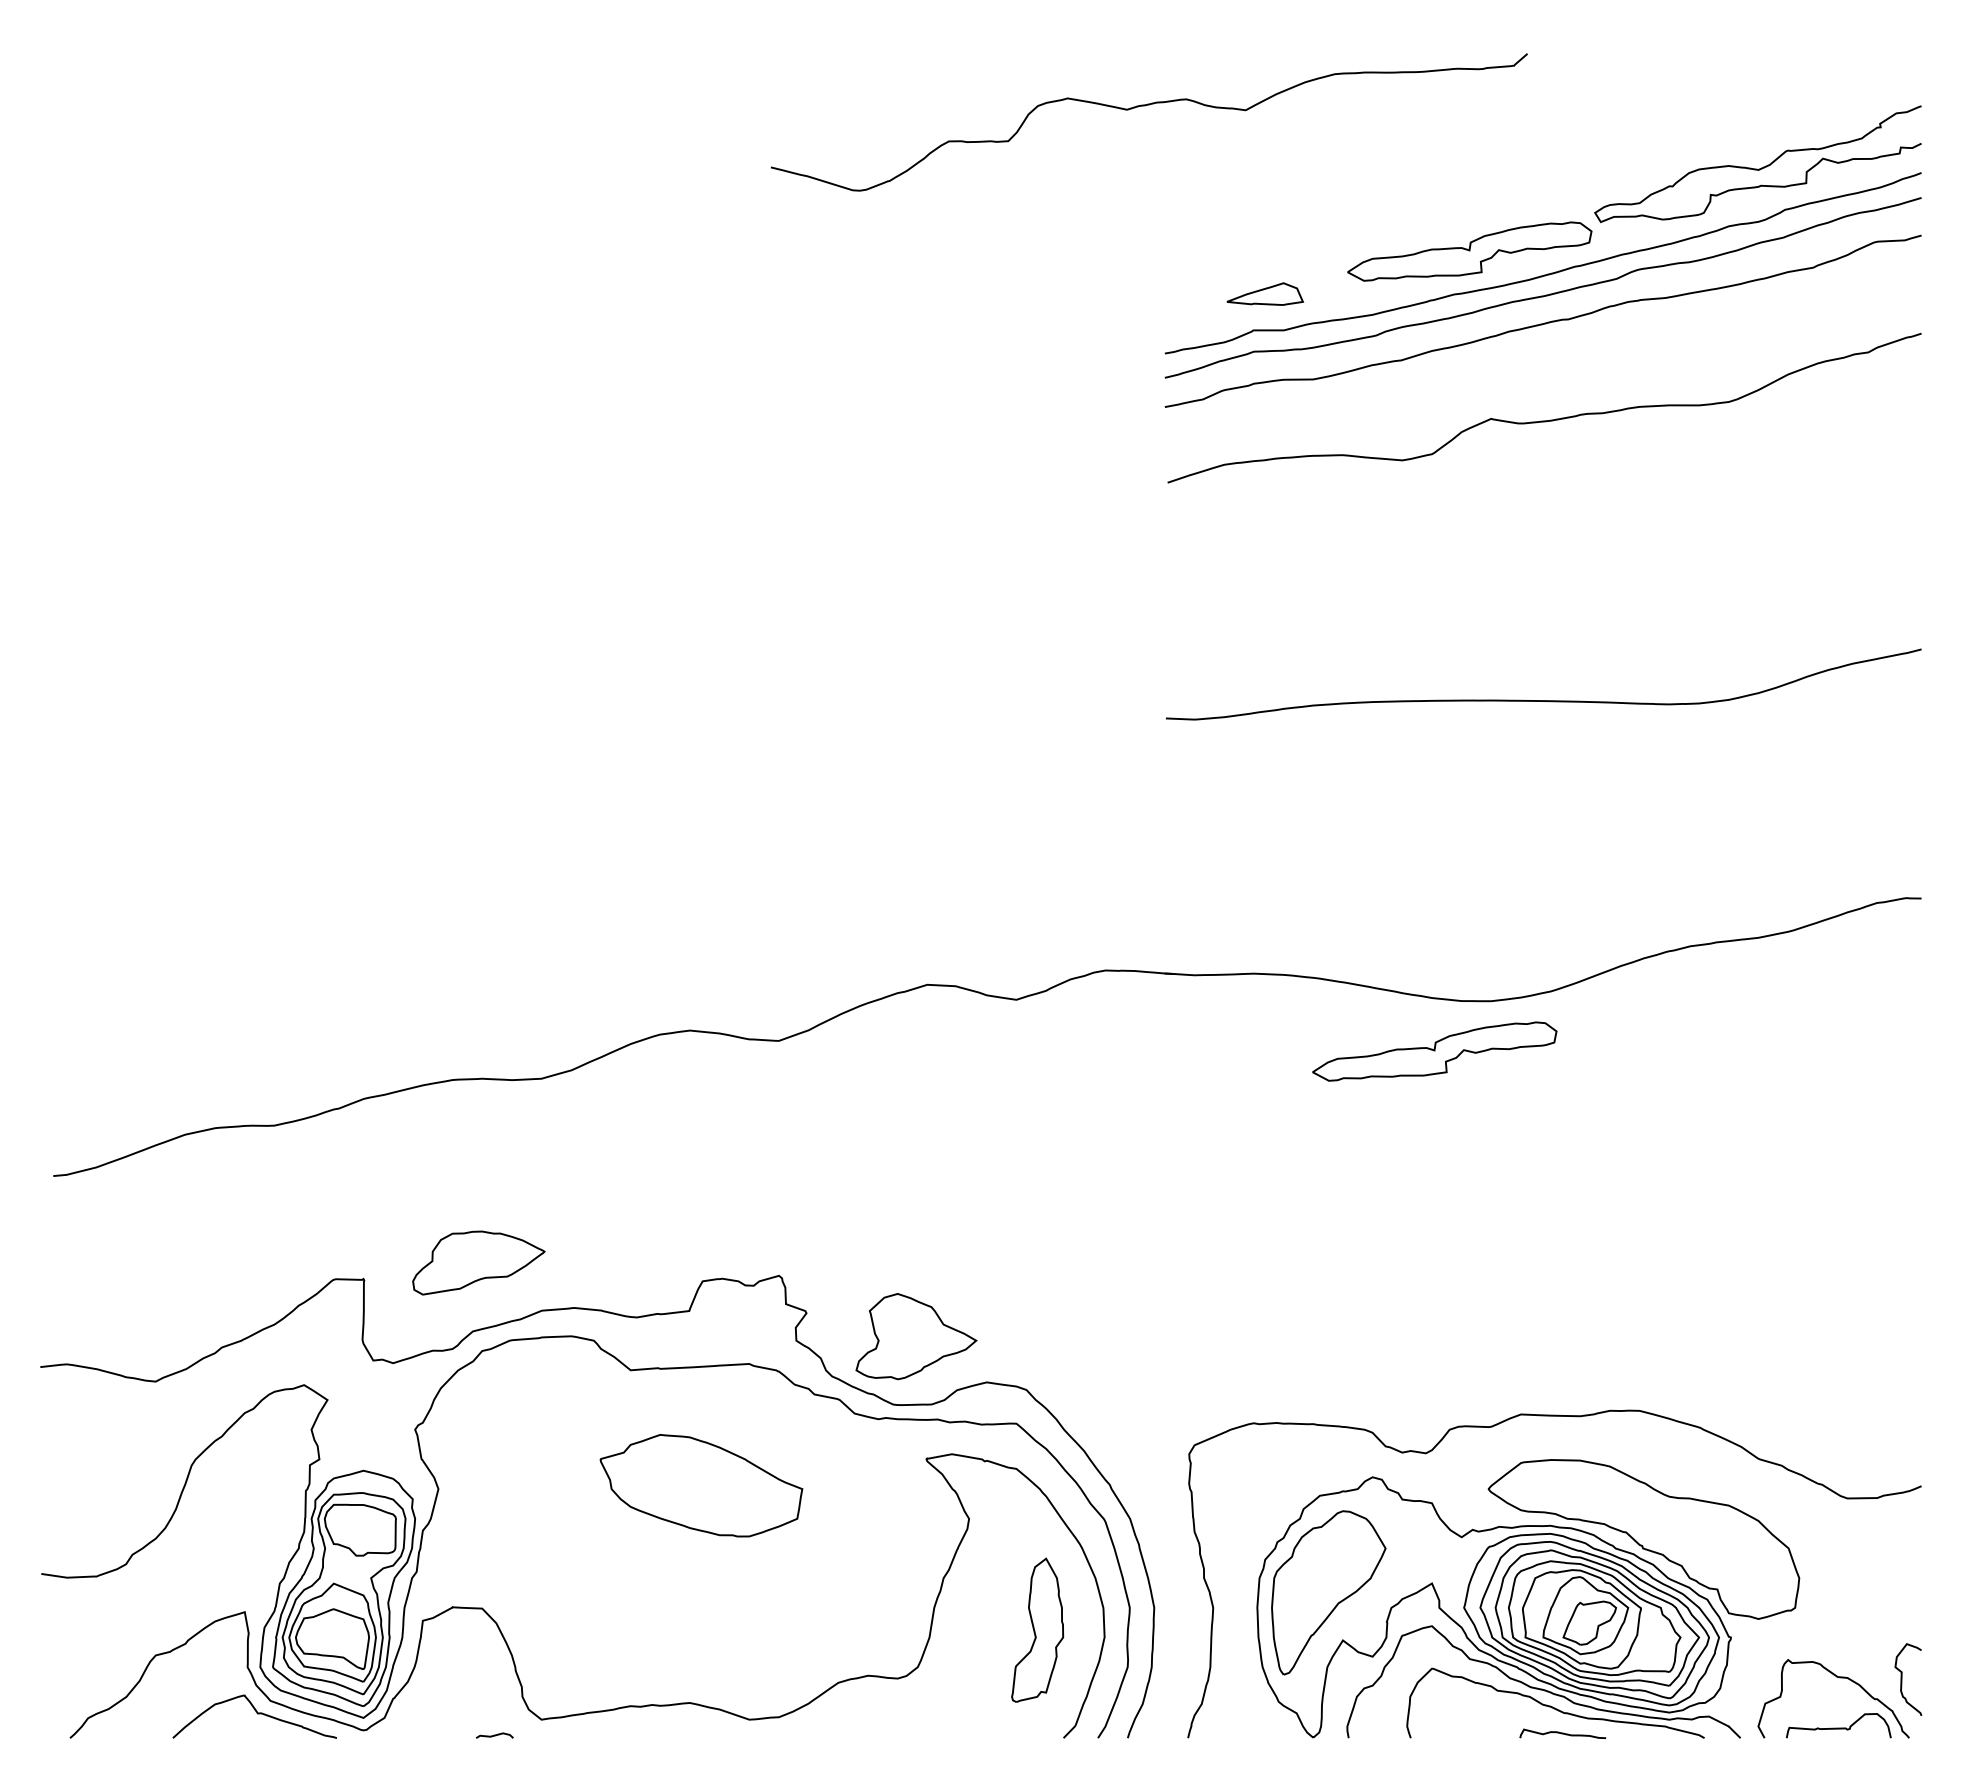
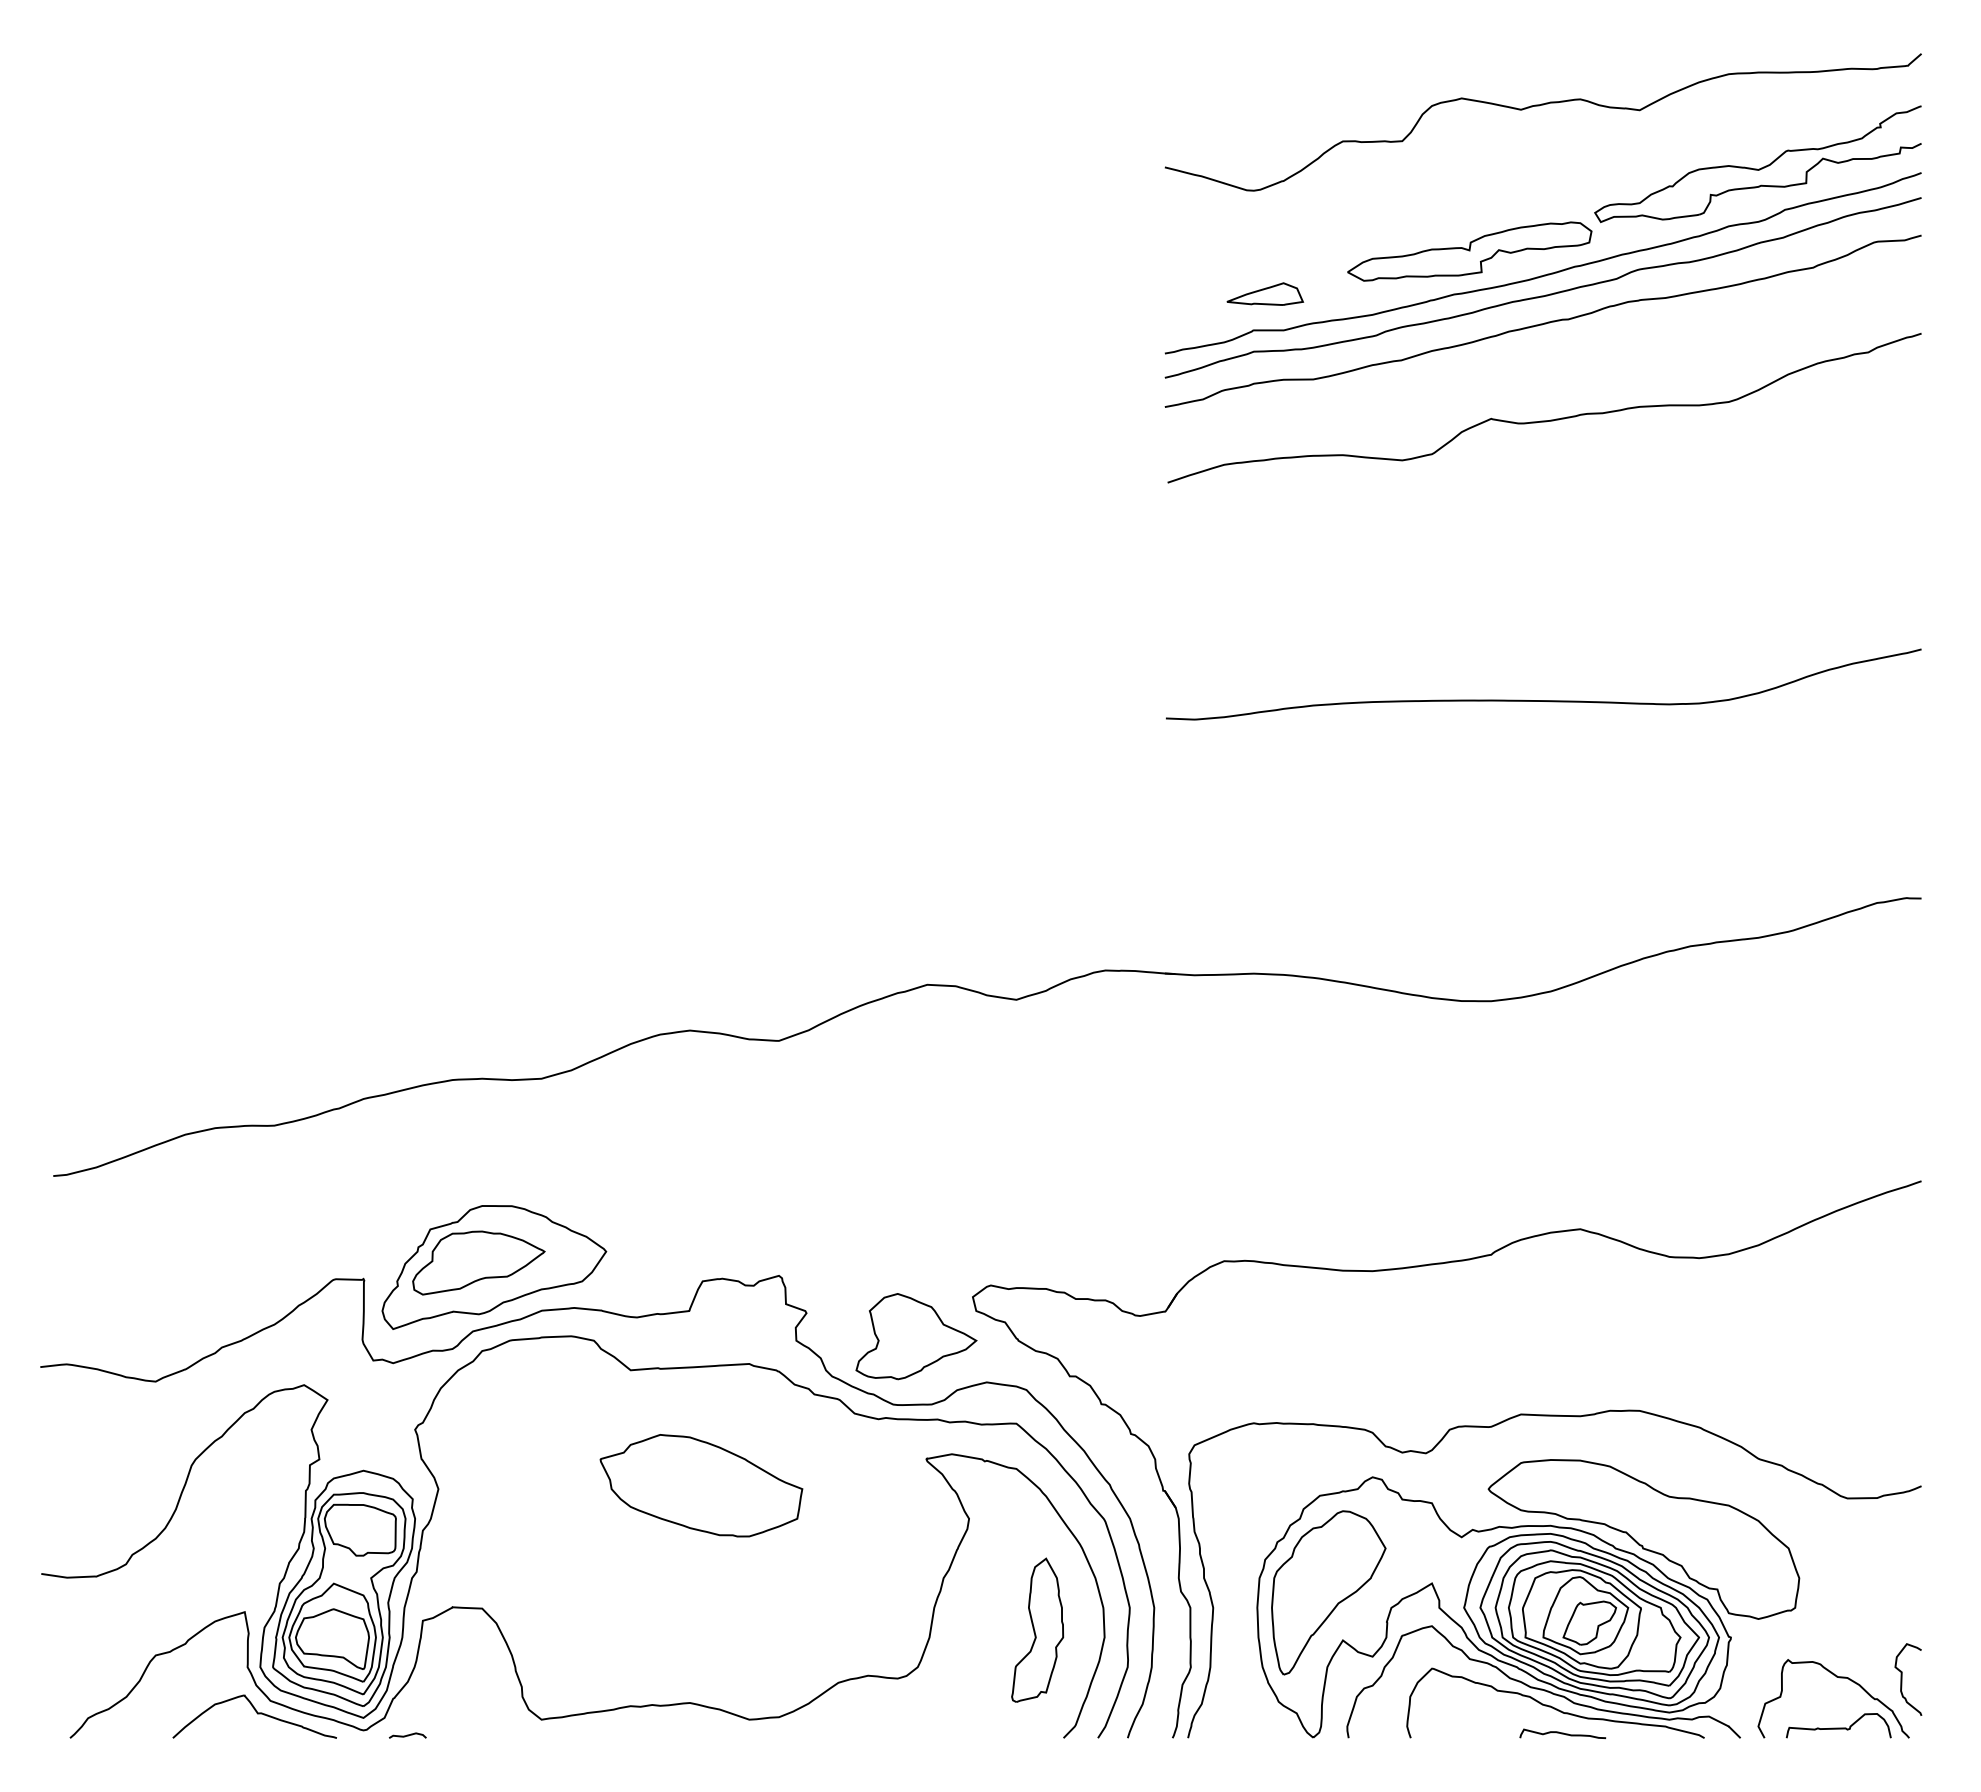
curve at (1145, 106) position: (1145, 106) -> (1539, 106)
part at (1434, 1051): present -> none
part at (494, 1267): none -> present
part at (1418, 1267): none -> present
curve at (494, 1735) position: (494, 1735) -> (407, 1735)
